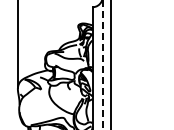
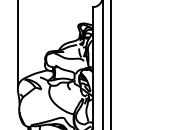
line at (102, 65): dashed -> solid
